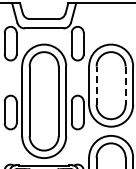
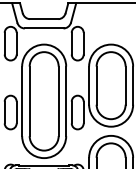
line at (96, 85): dashed -> solid
line at (125, 86): dashed -> solid
